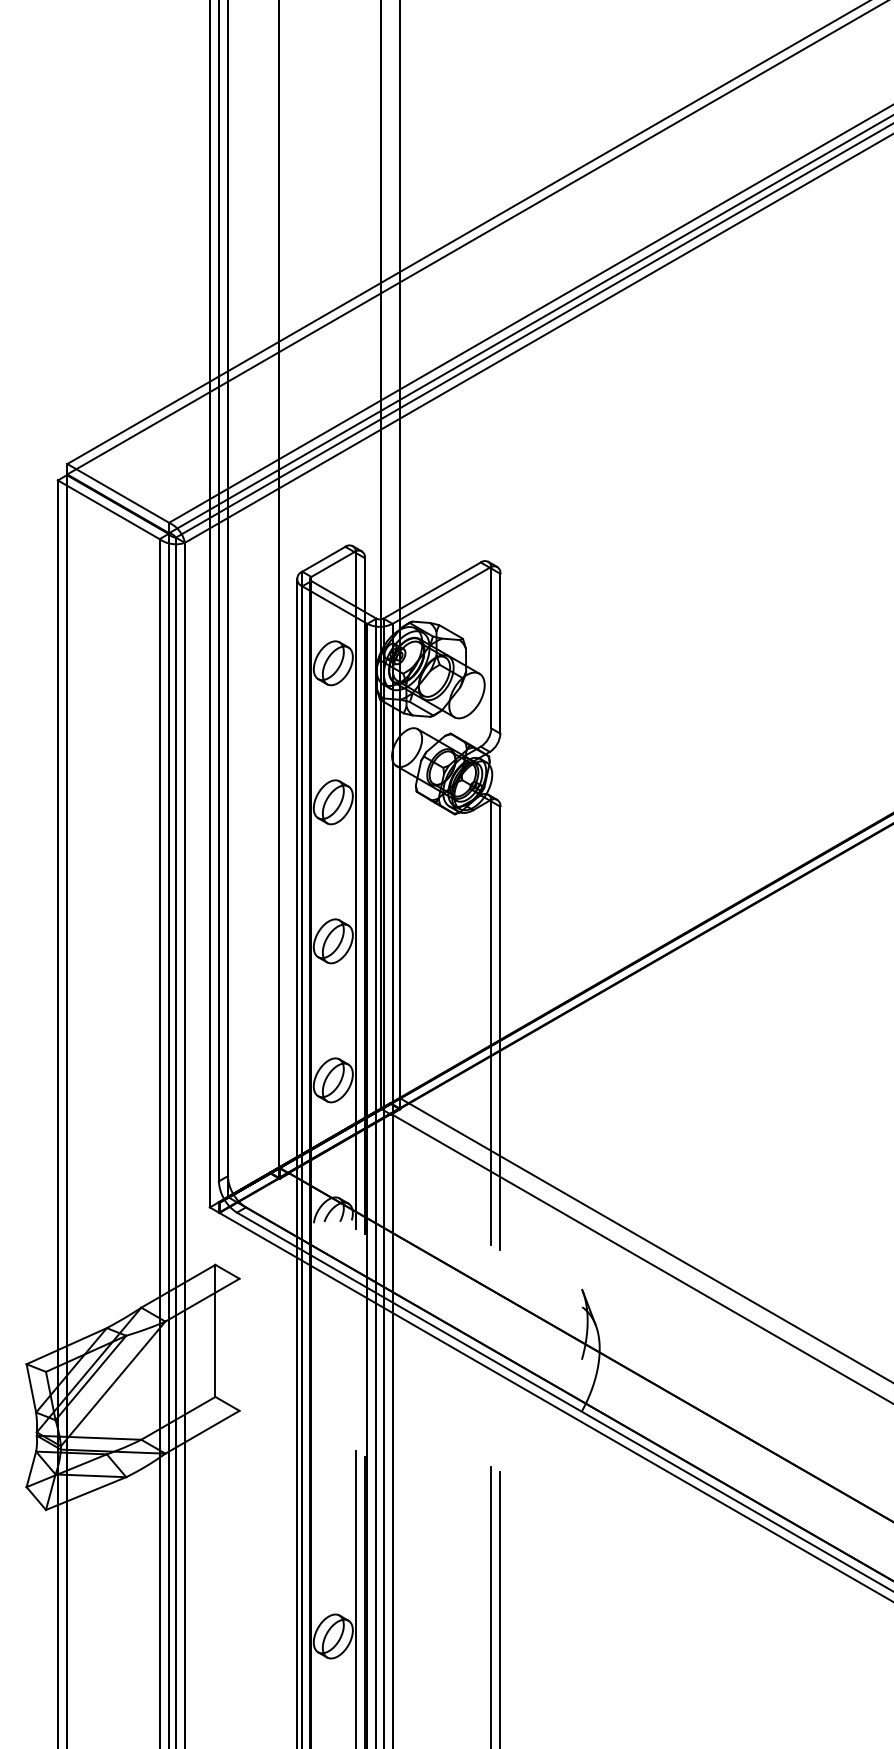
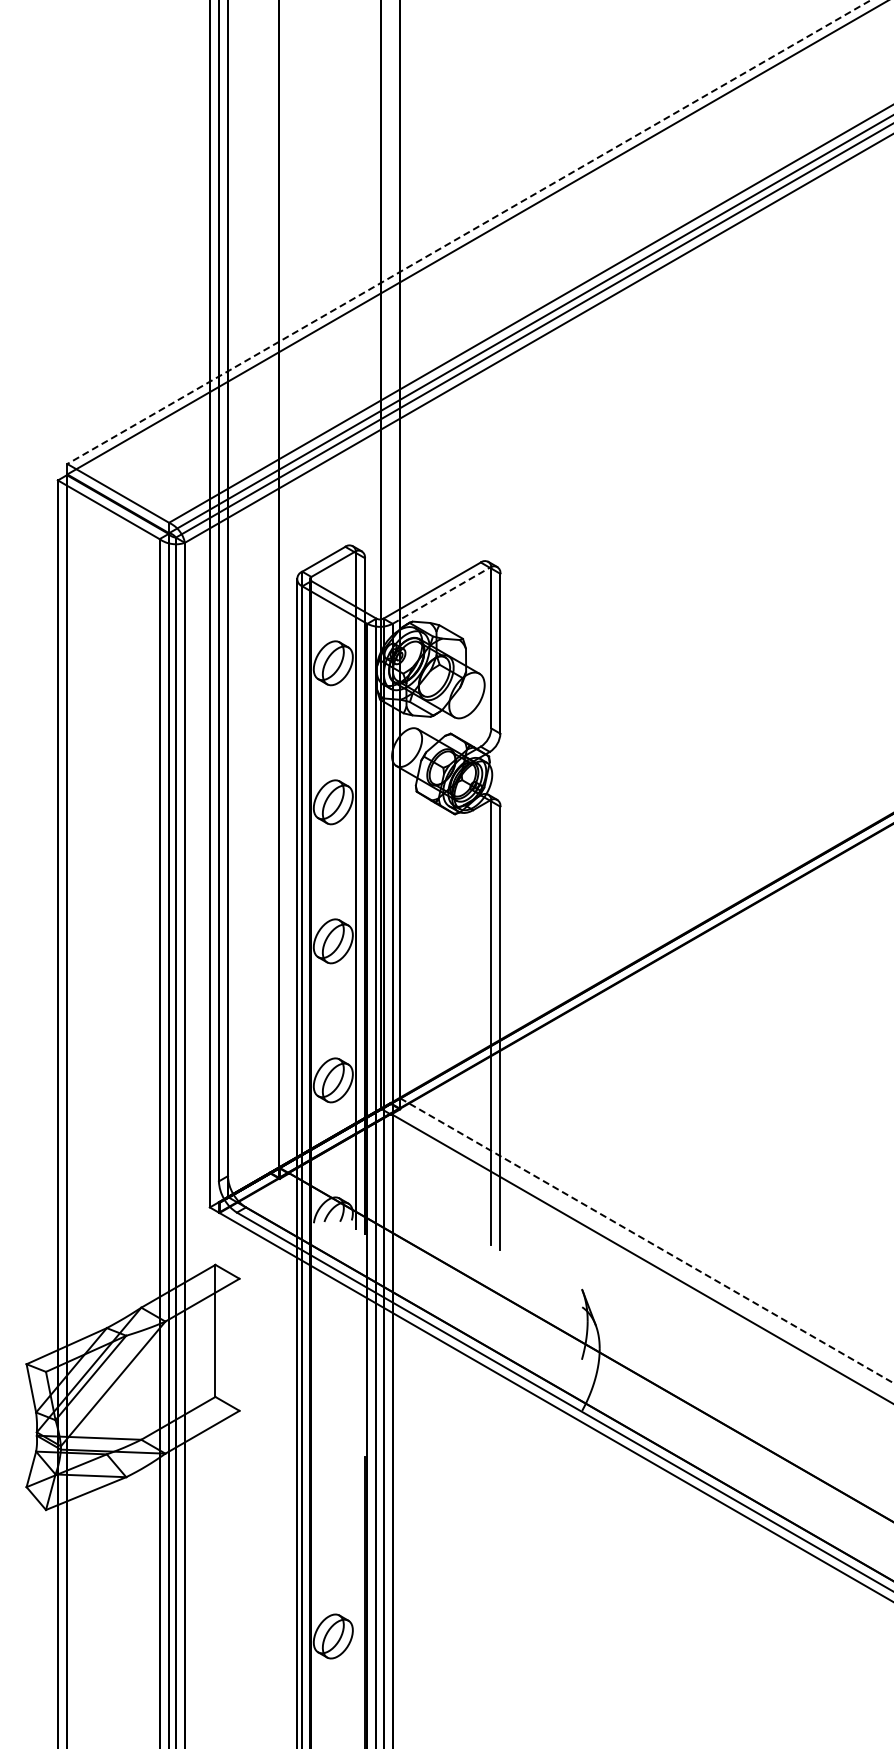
line at (469, 232): solid -> dashed
line at (441, 595): solid -> dashed
line at (646, 1240): solid -> dashed
line at (355, 1598): present -> none
line at (491, 1606): present -> none
line at (500, 1608): present -> none
